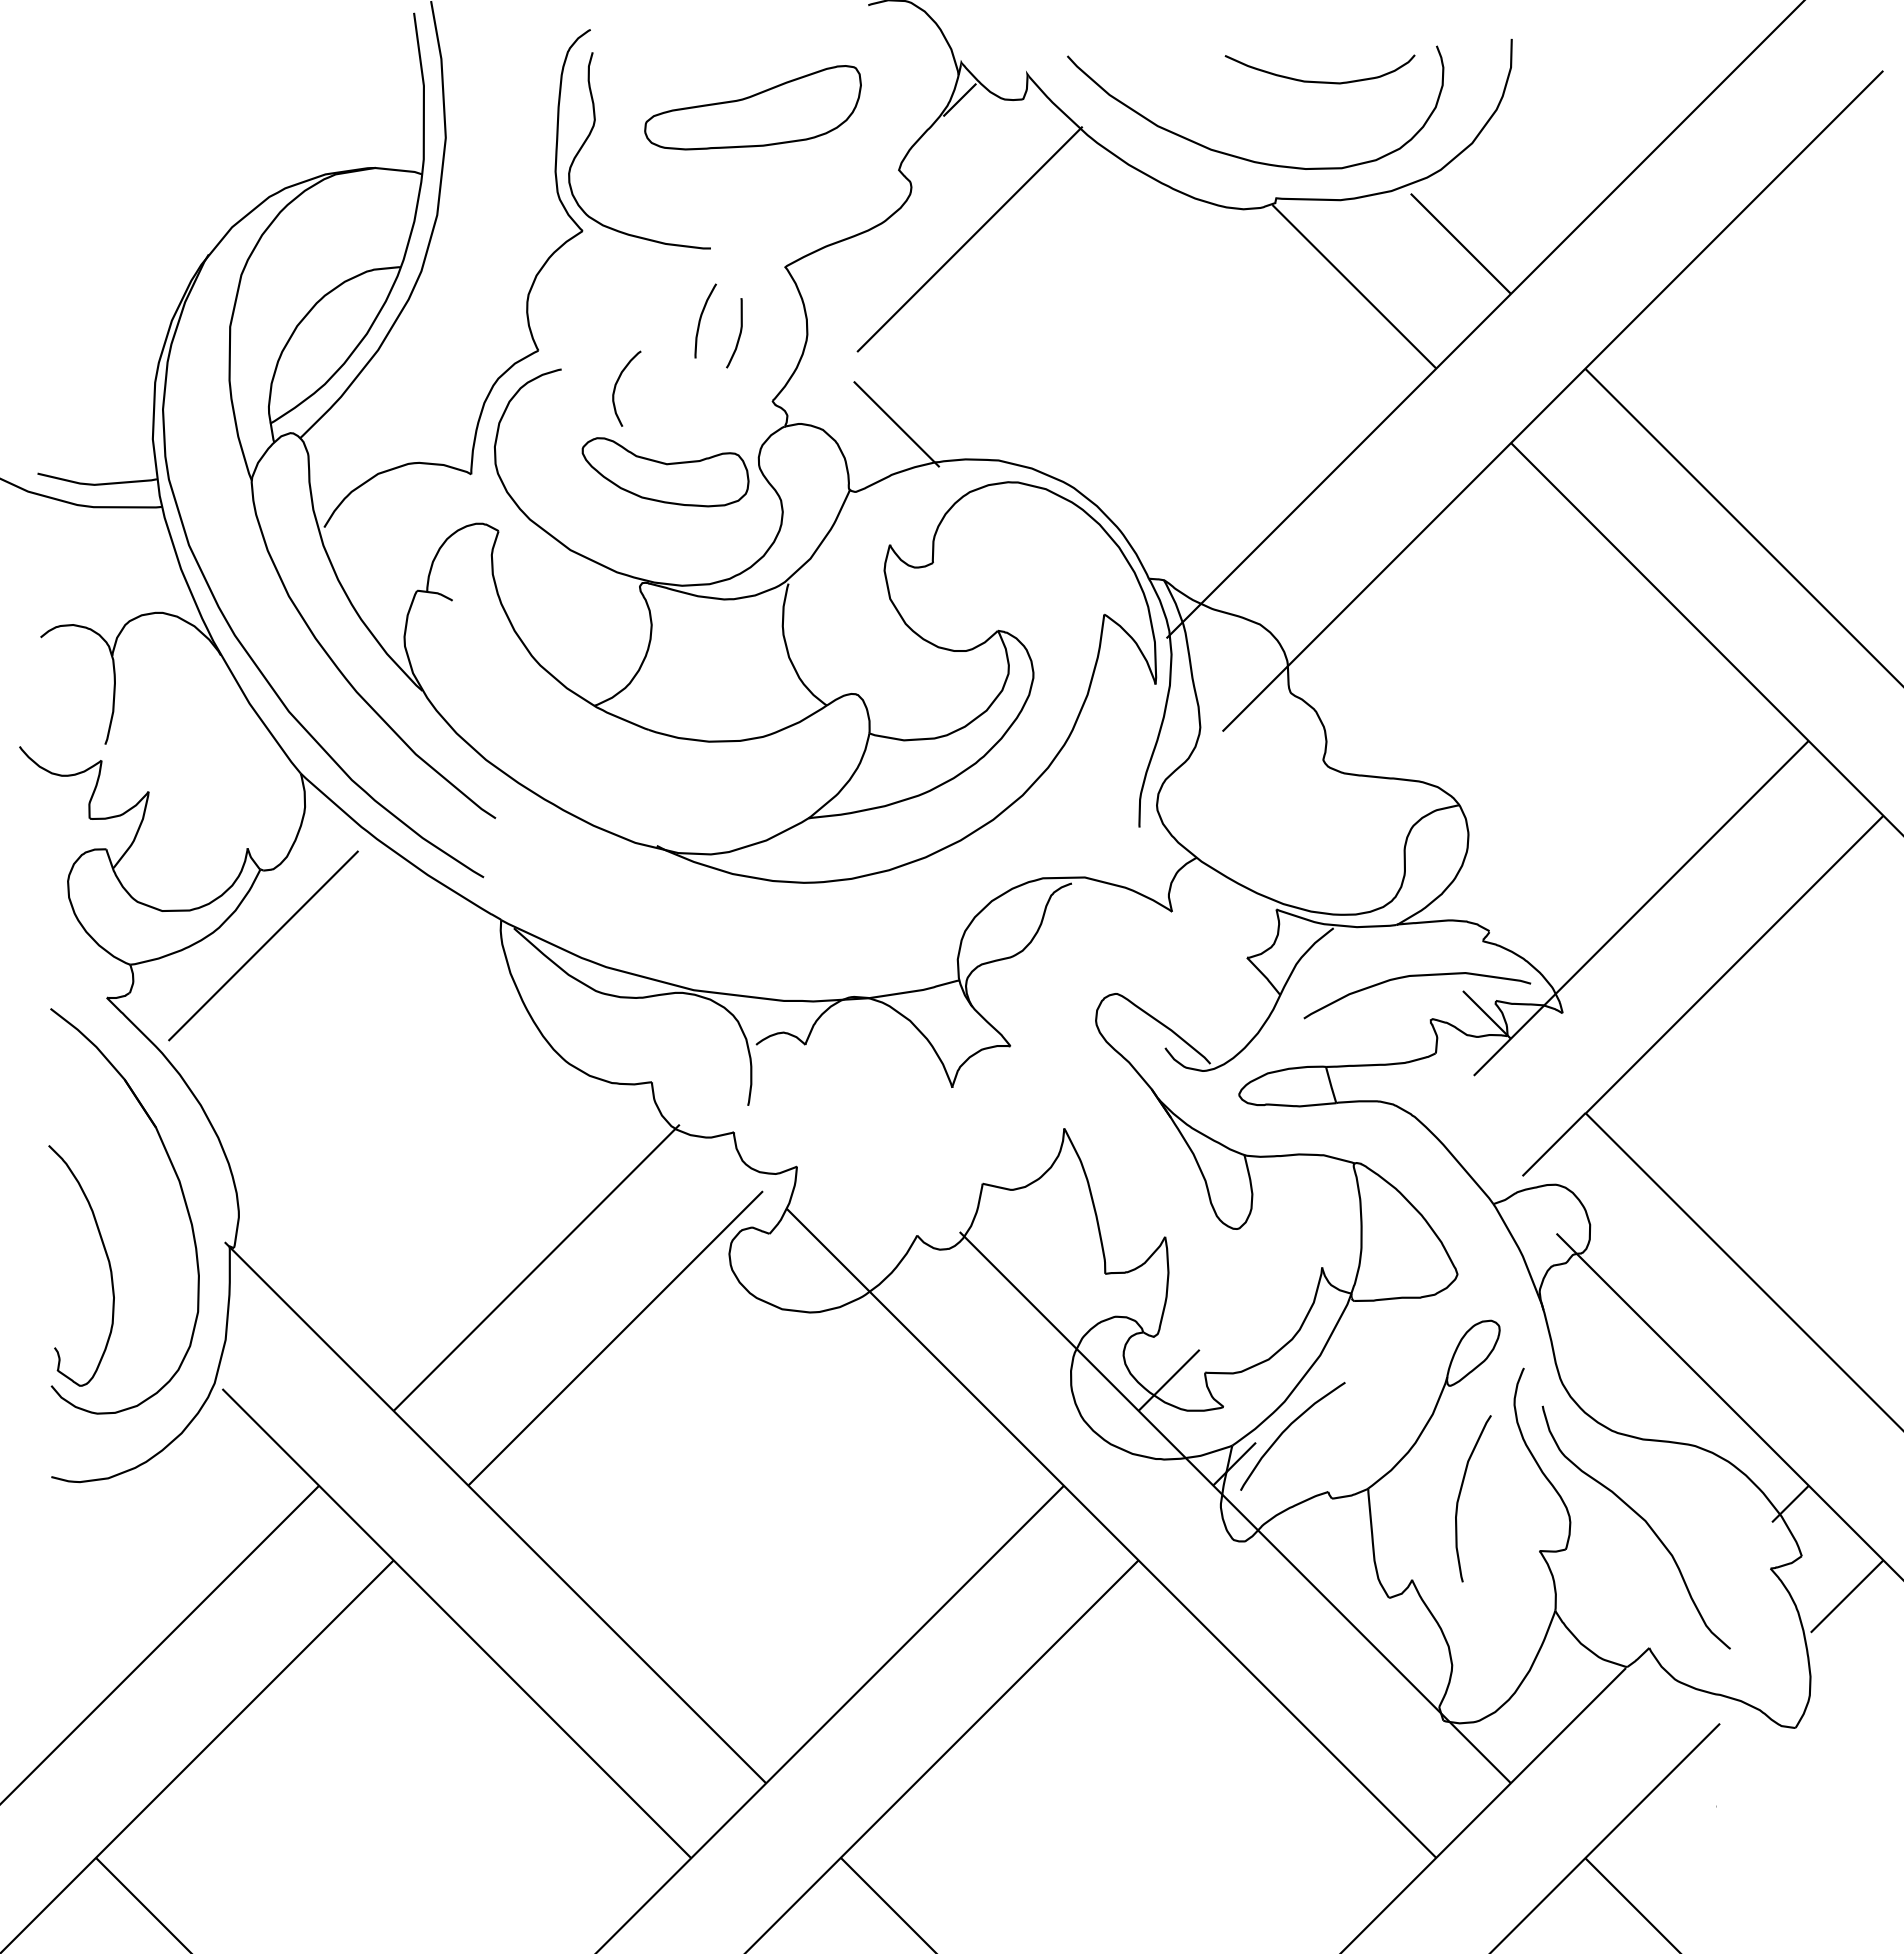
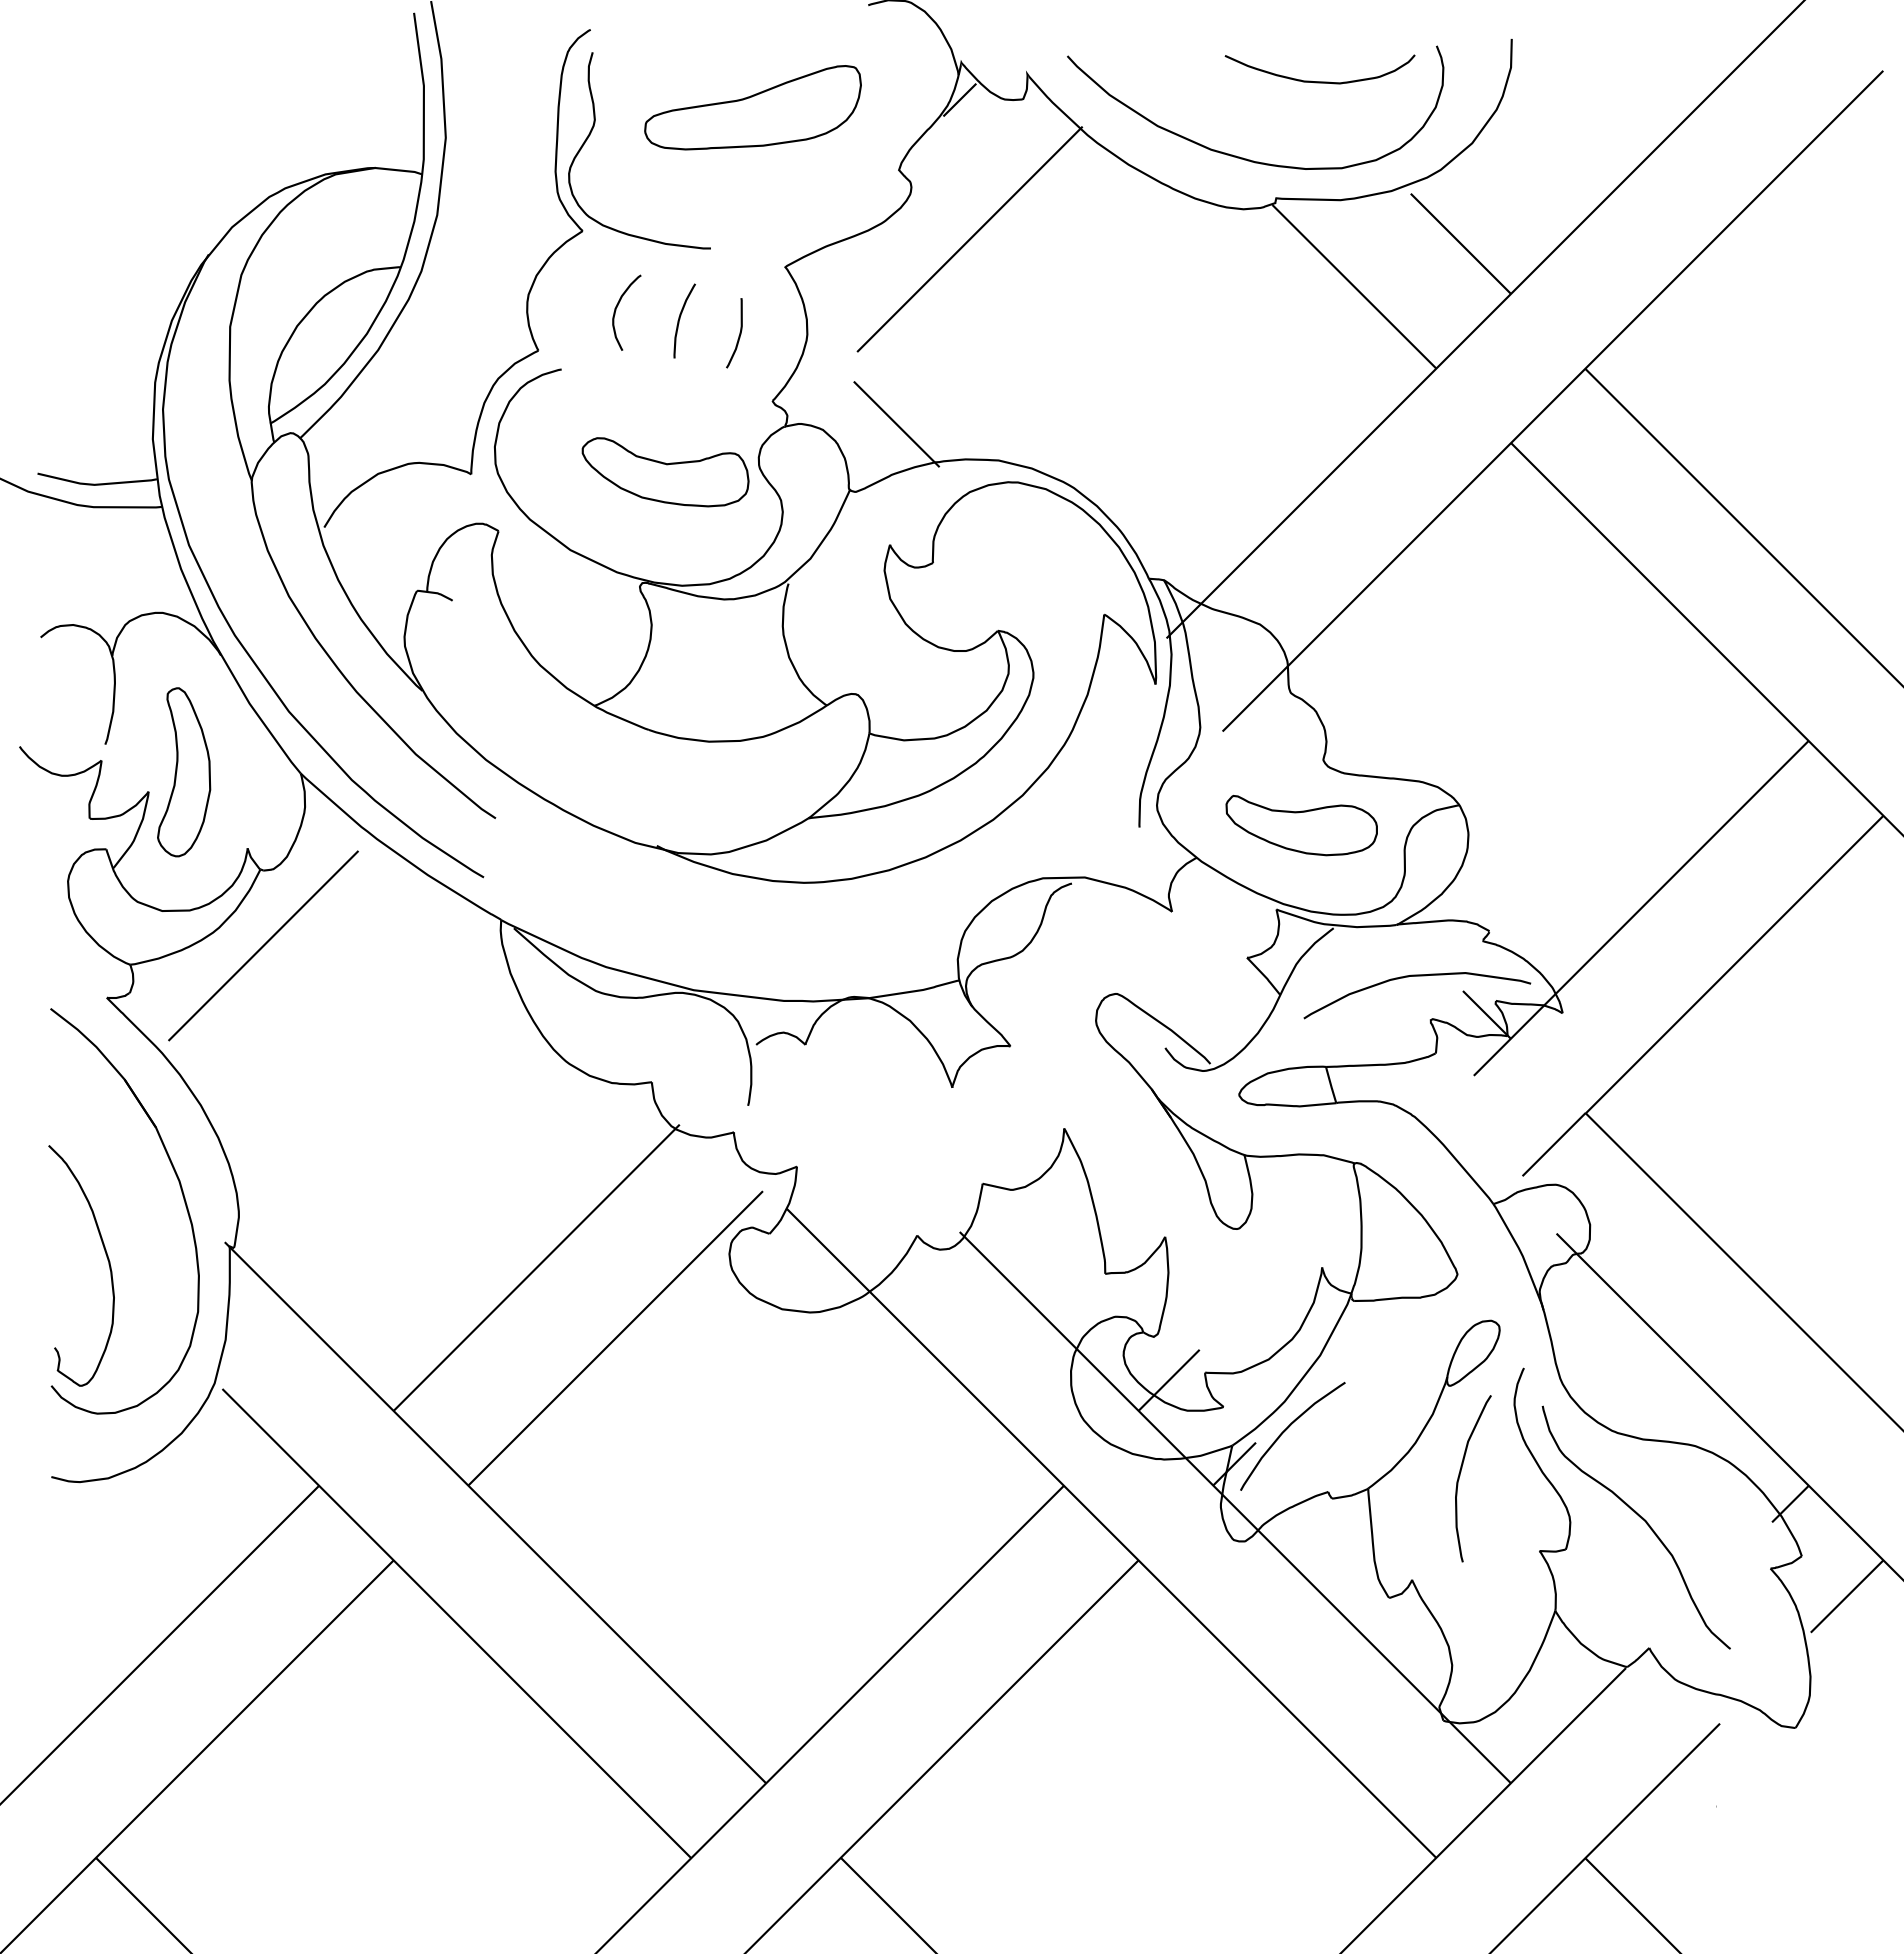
curve at (701, 319) position: (701, 319) -> (680, 319)
curve at (616, 386) position: (616, 386) -> (616, 310)
part at (184, 772): none -> present
part at (1301, 825): none -> present
curve at (1460, 1496) position: (1460, 1496) -> (1460, 1476)
